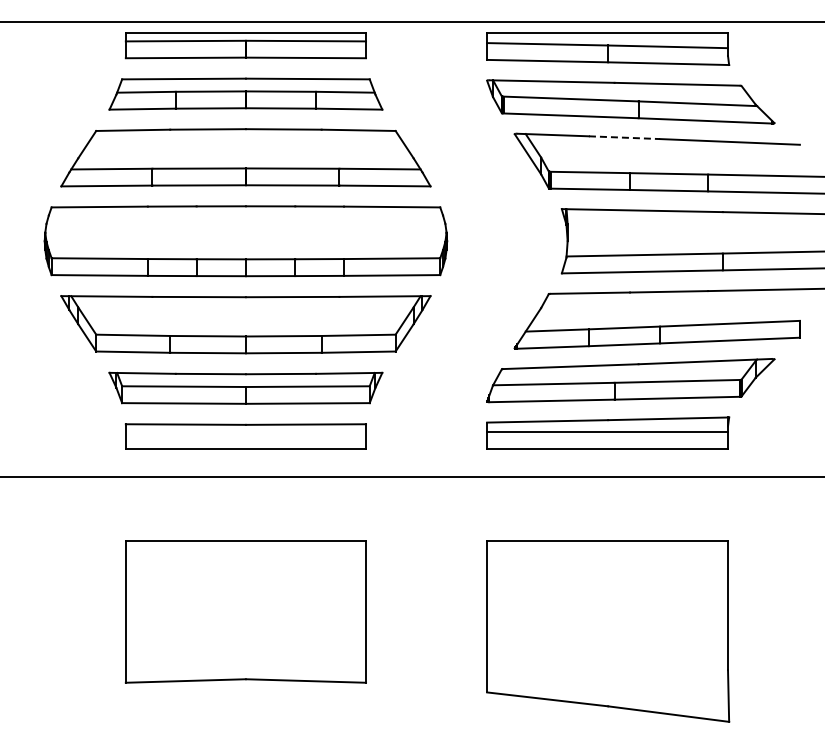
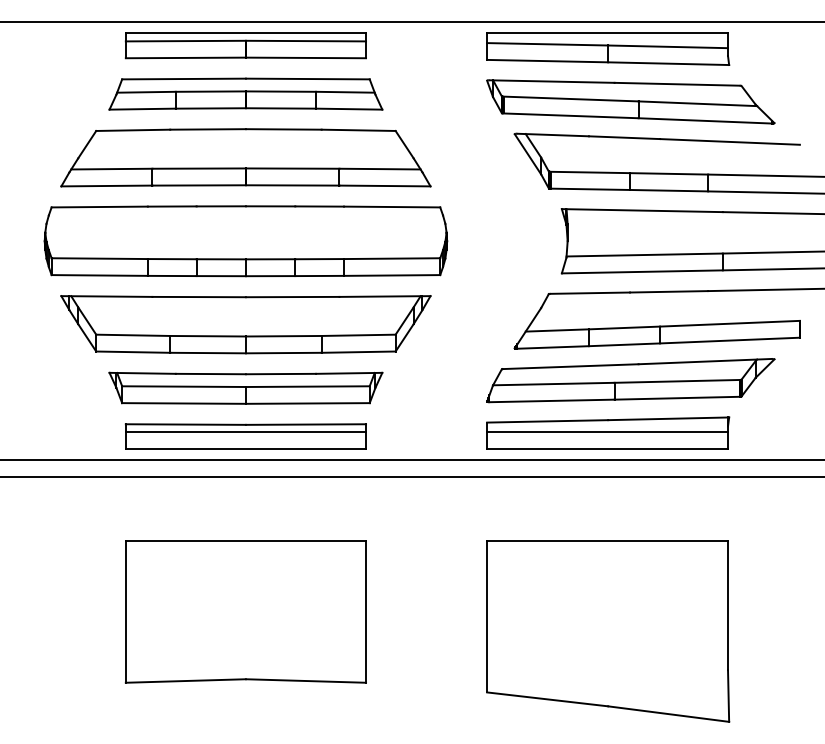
line at (624, 137): dashed -> solid
line at (245, 431): none -> present
line at (411, 460): none -> present
